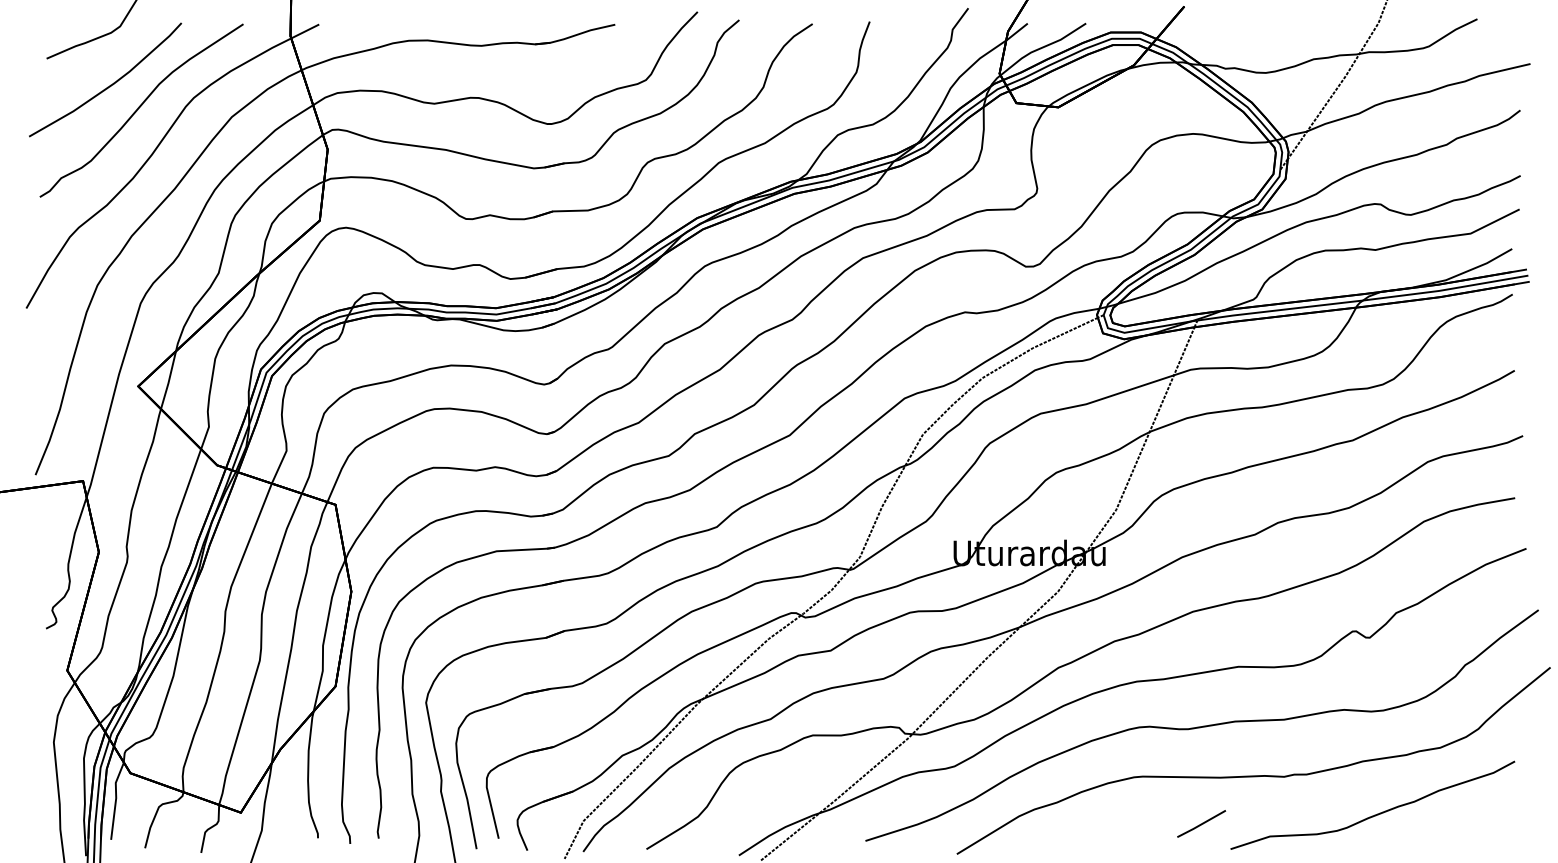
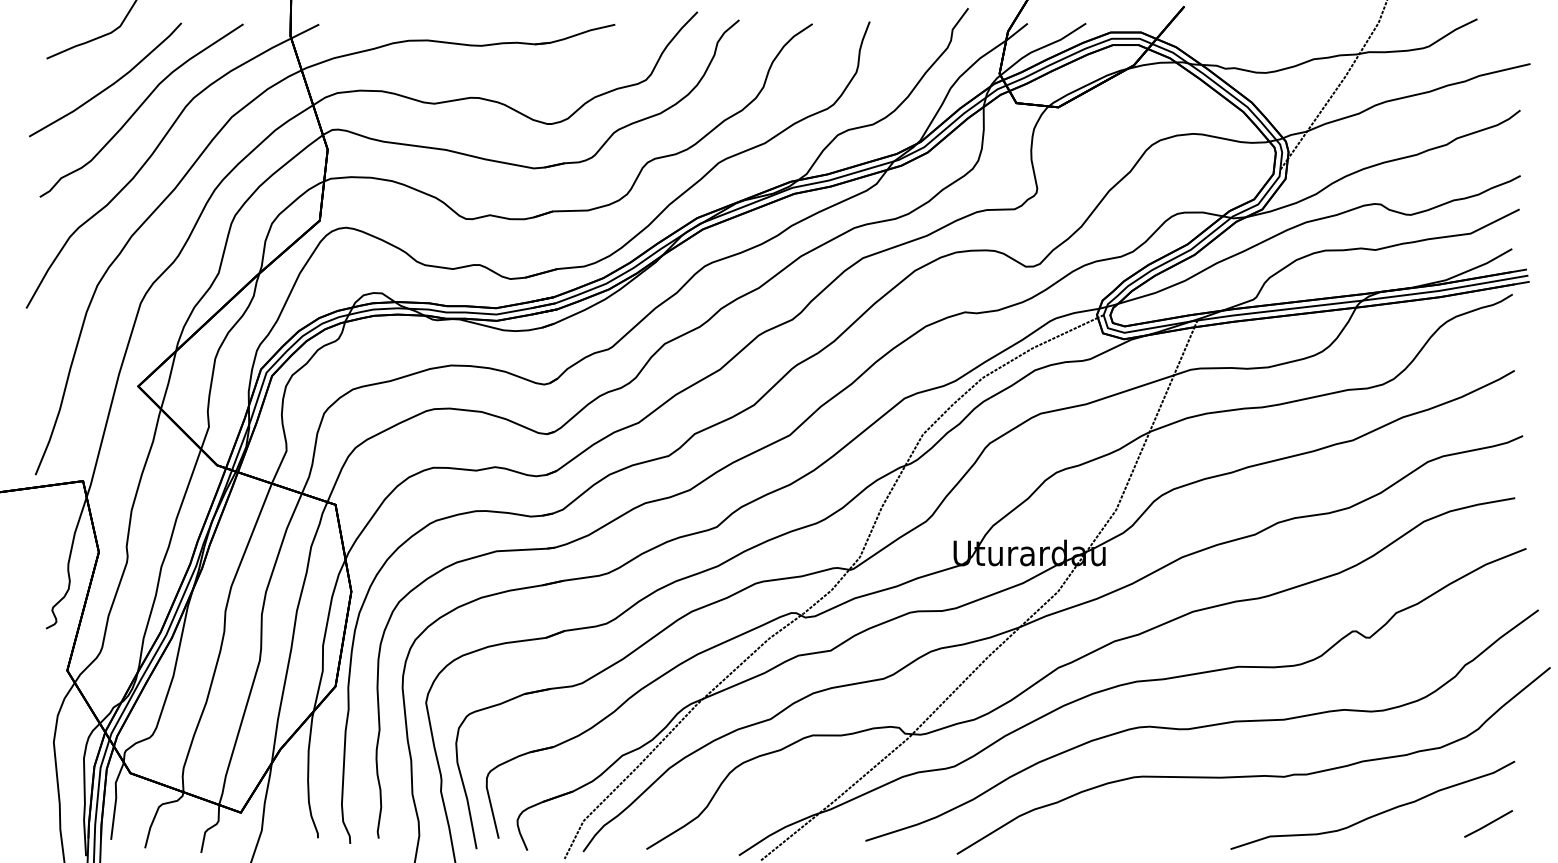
line at (1201, 823) position: (1201, 823) -> (1488, 823)
